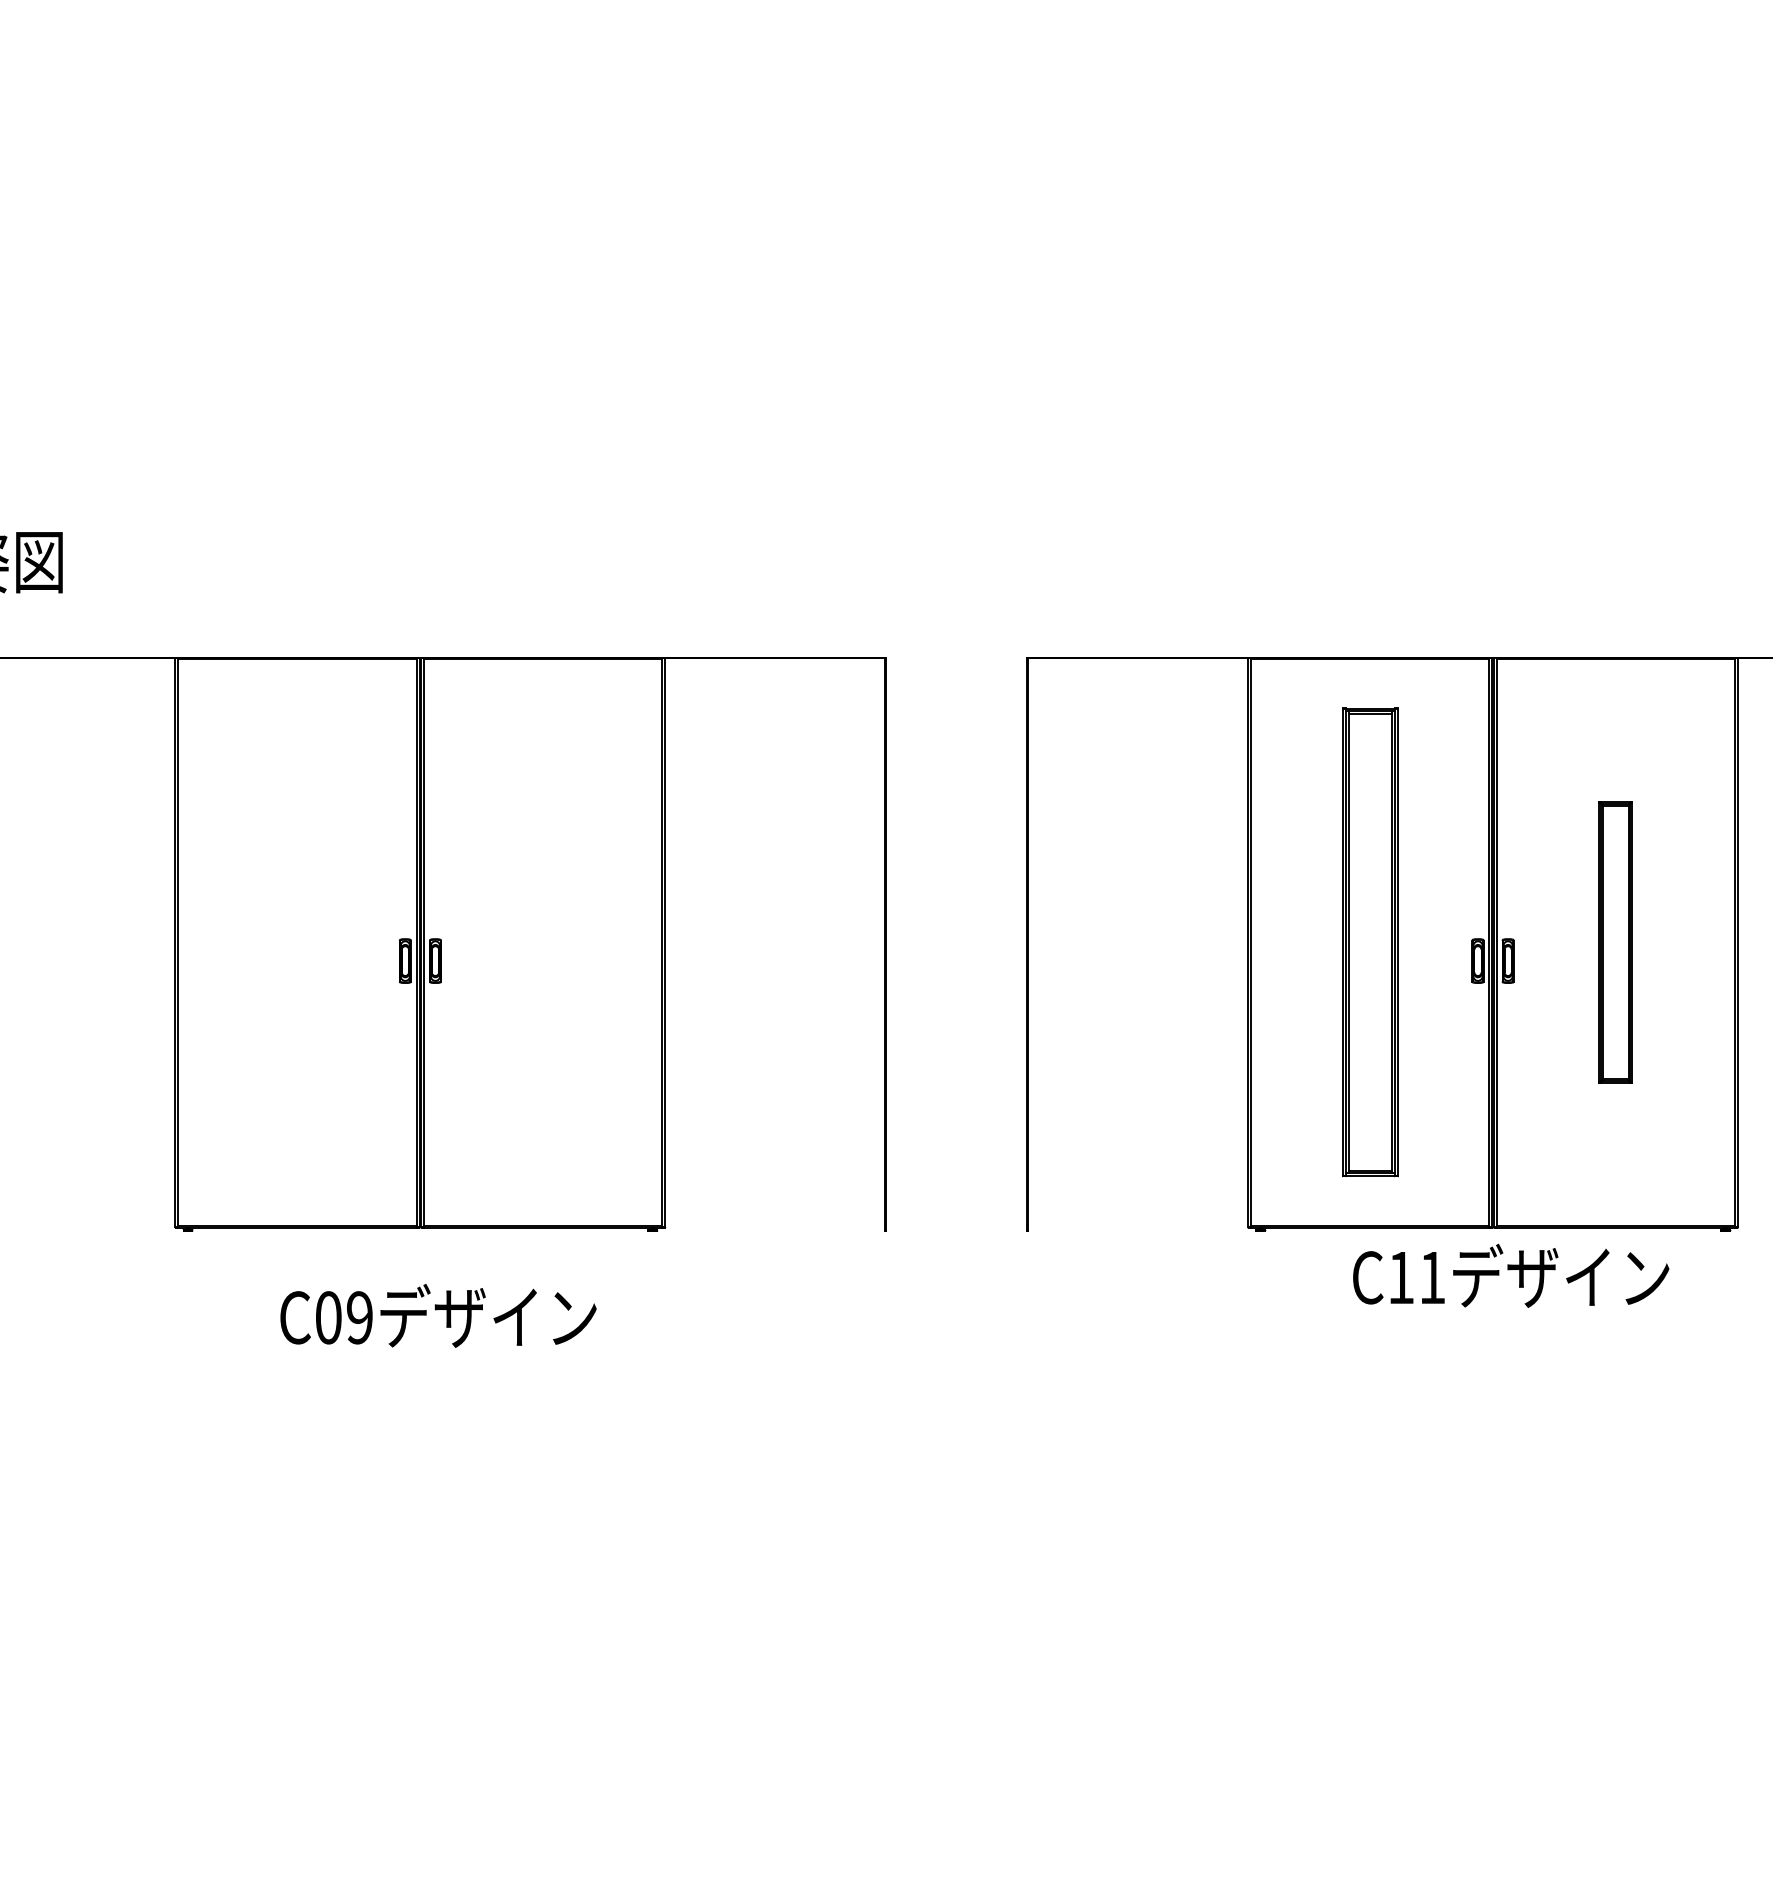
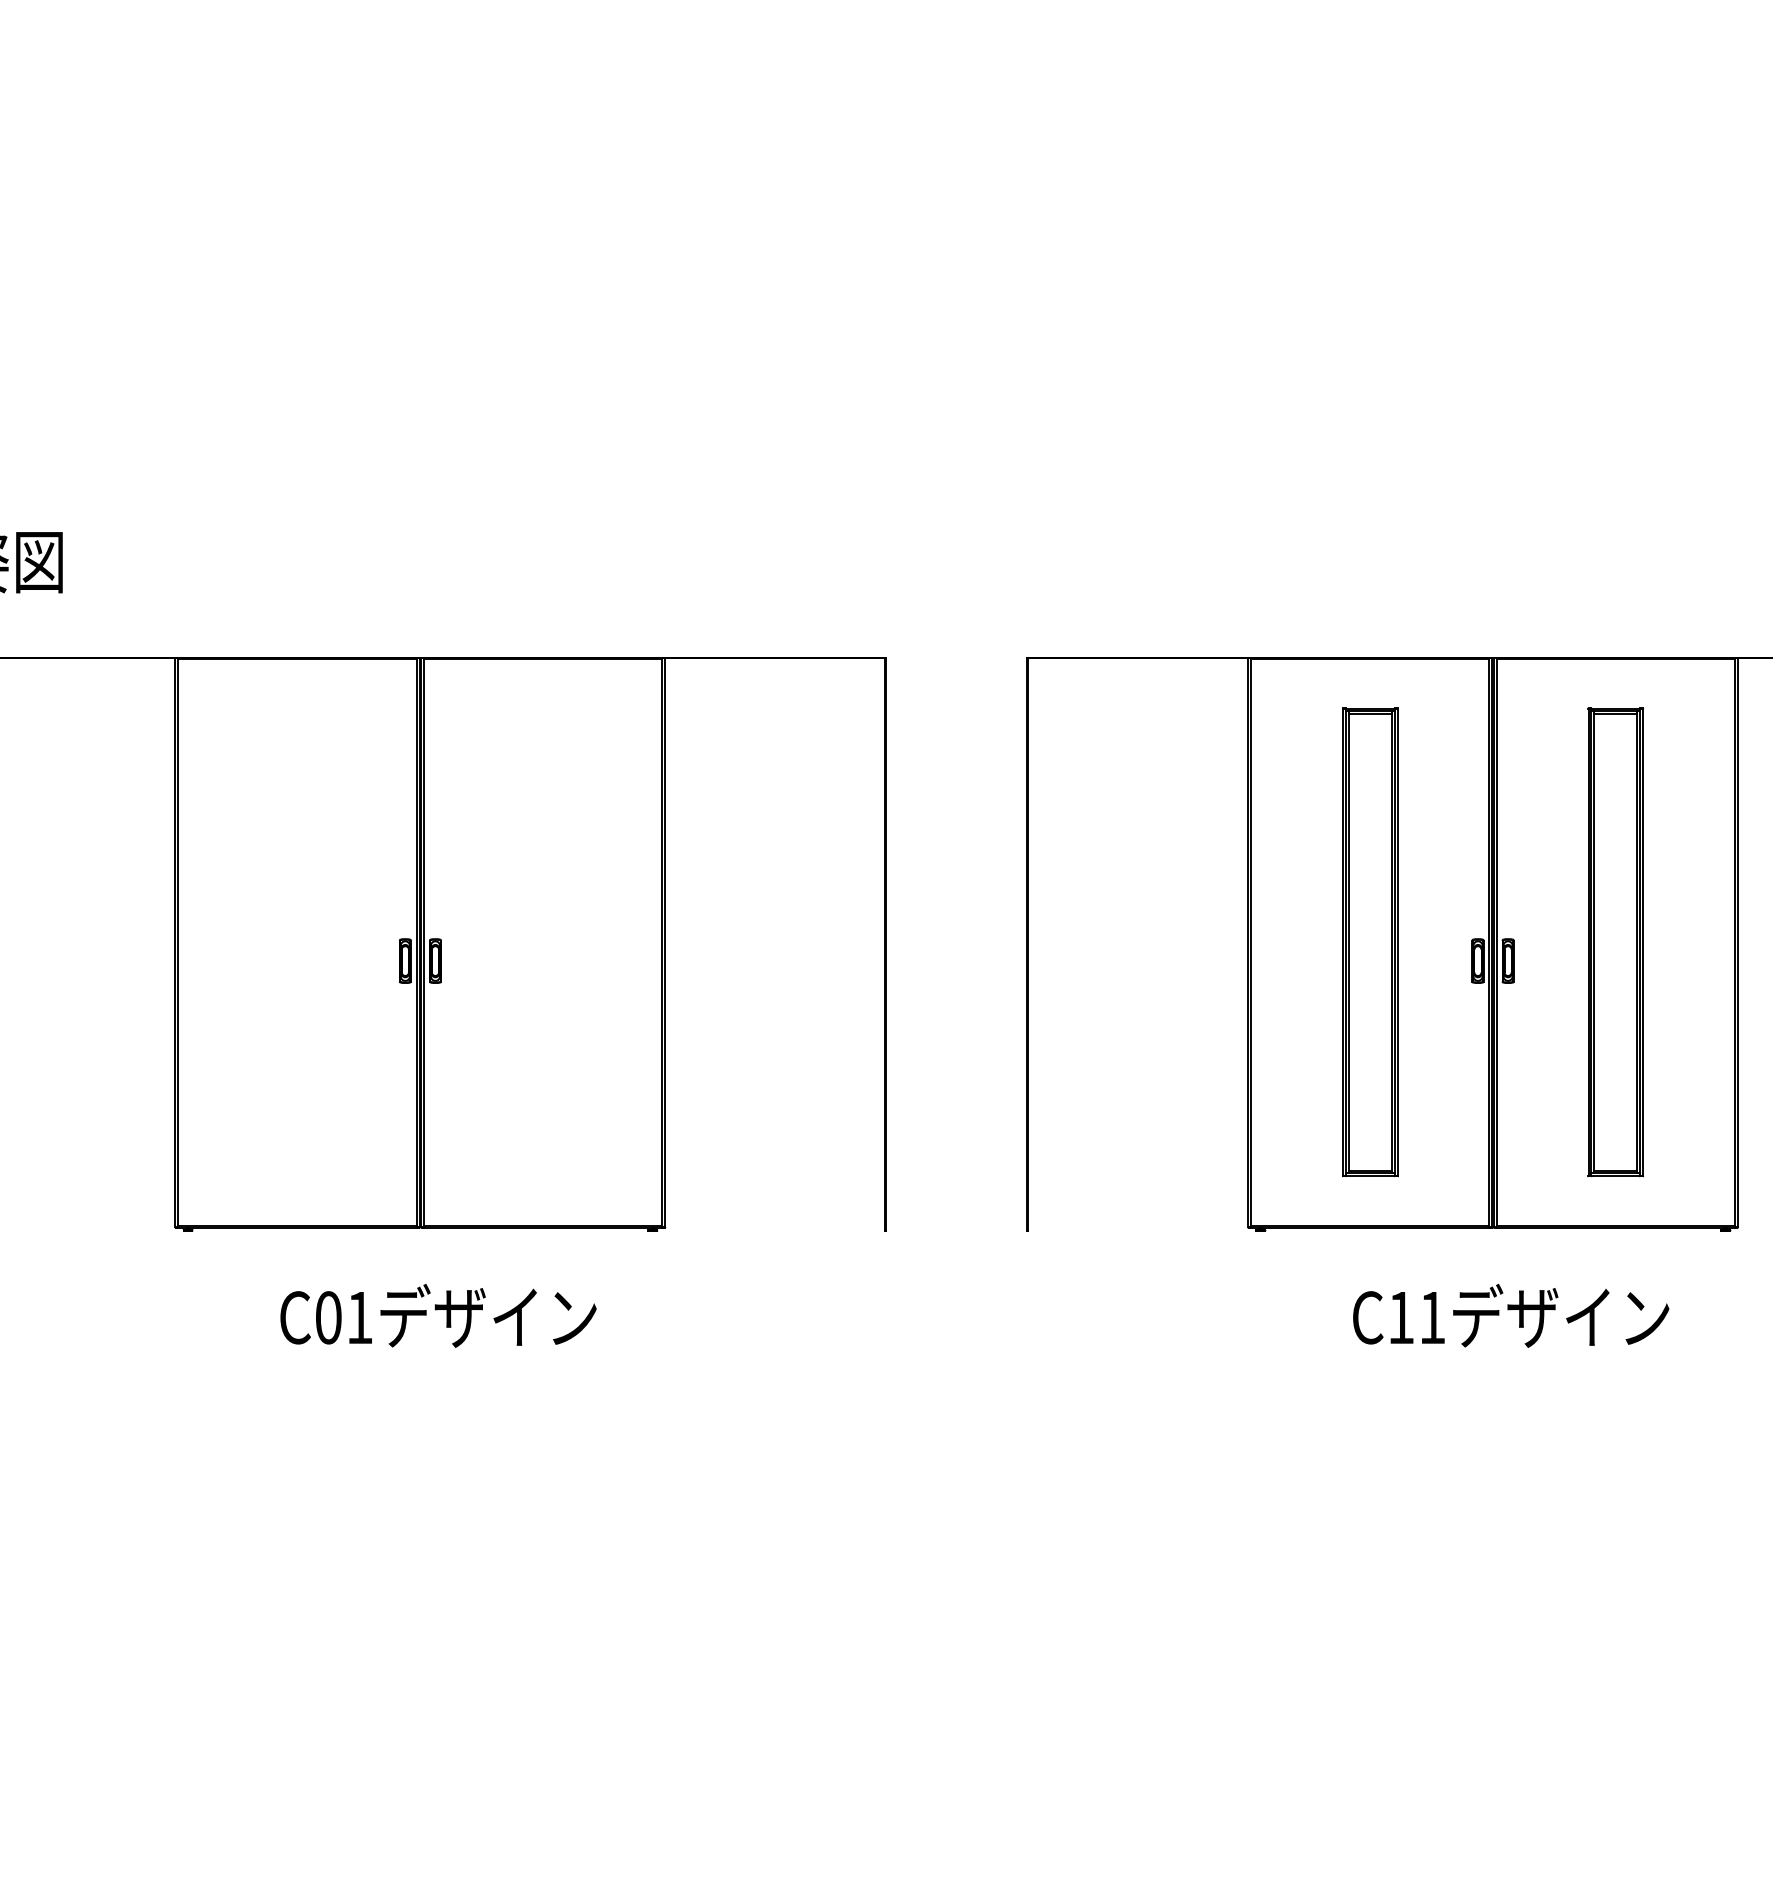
part at (1615, 942) size: 35x283 px -> 57x471 px
text at (1511, 1275) position: (1511, 1275) -> (1511, 1315)
text at (359, 1317): C09 -> C01
